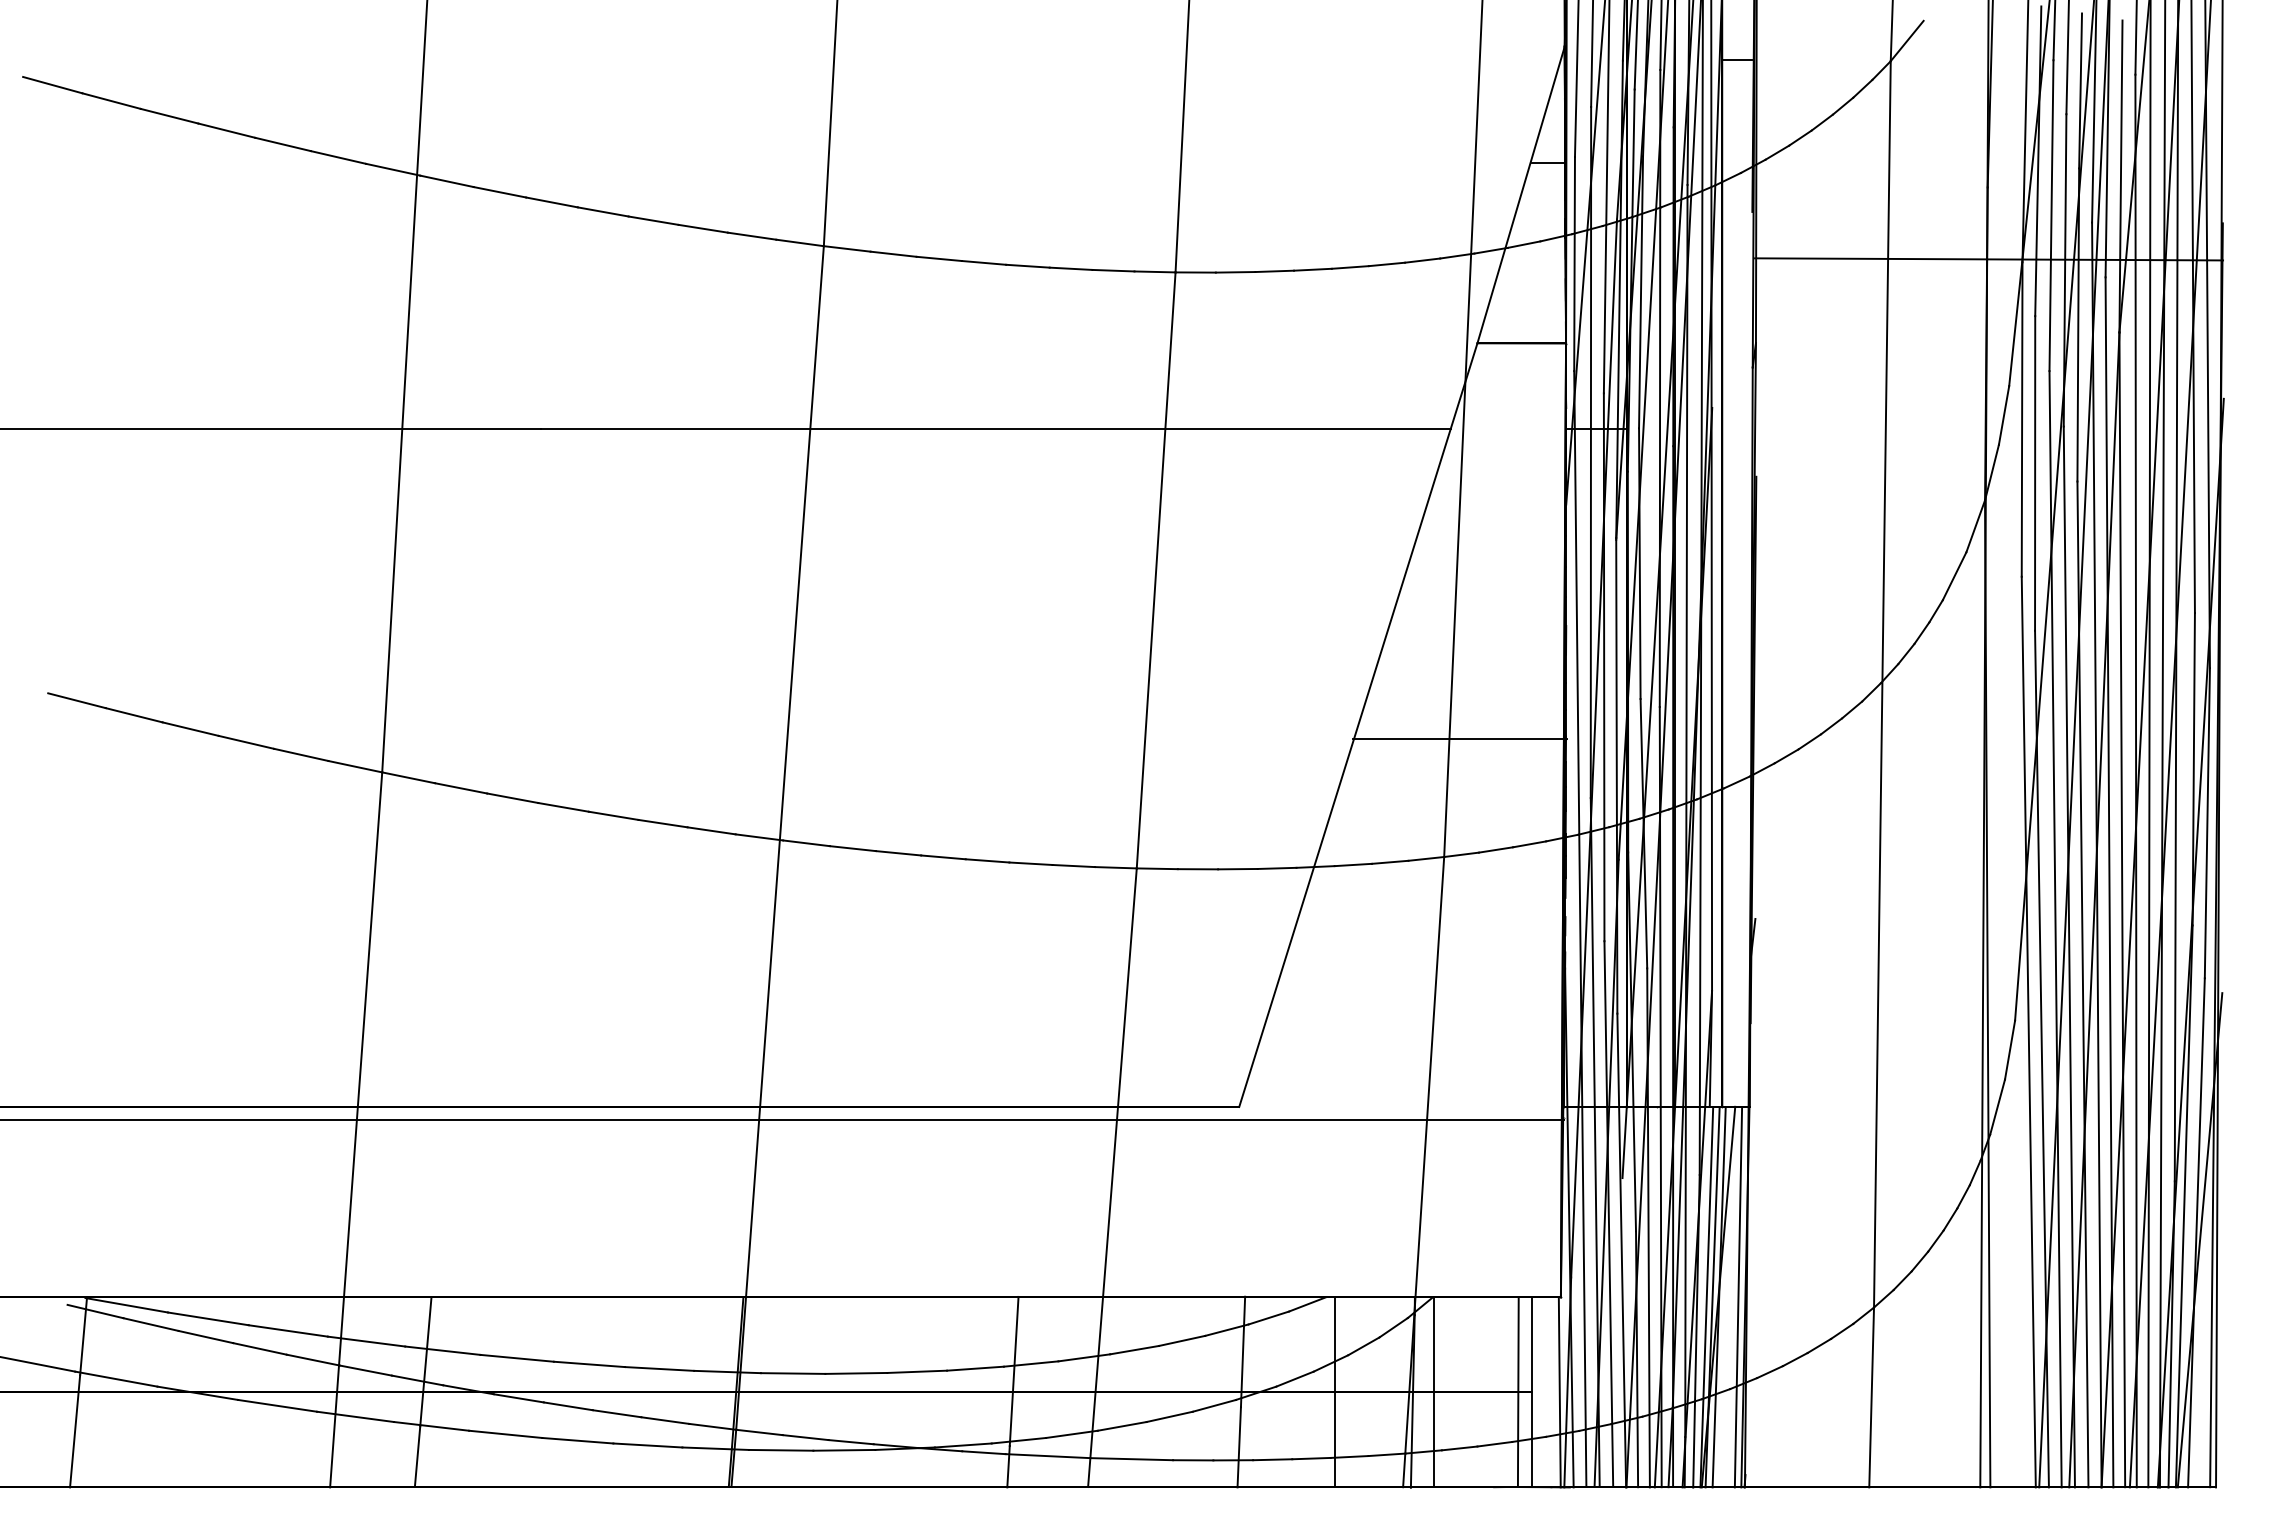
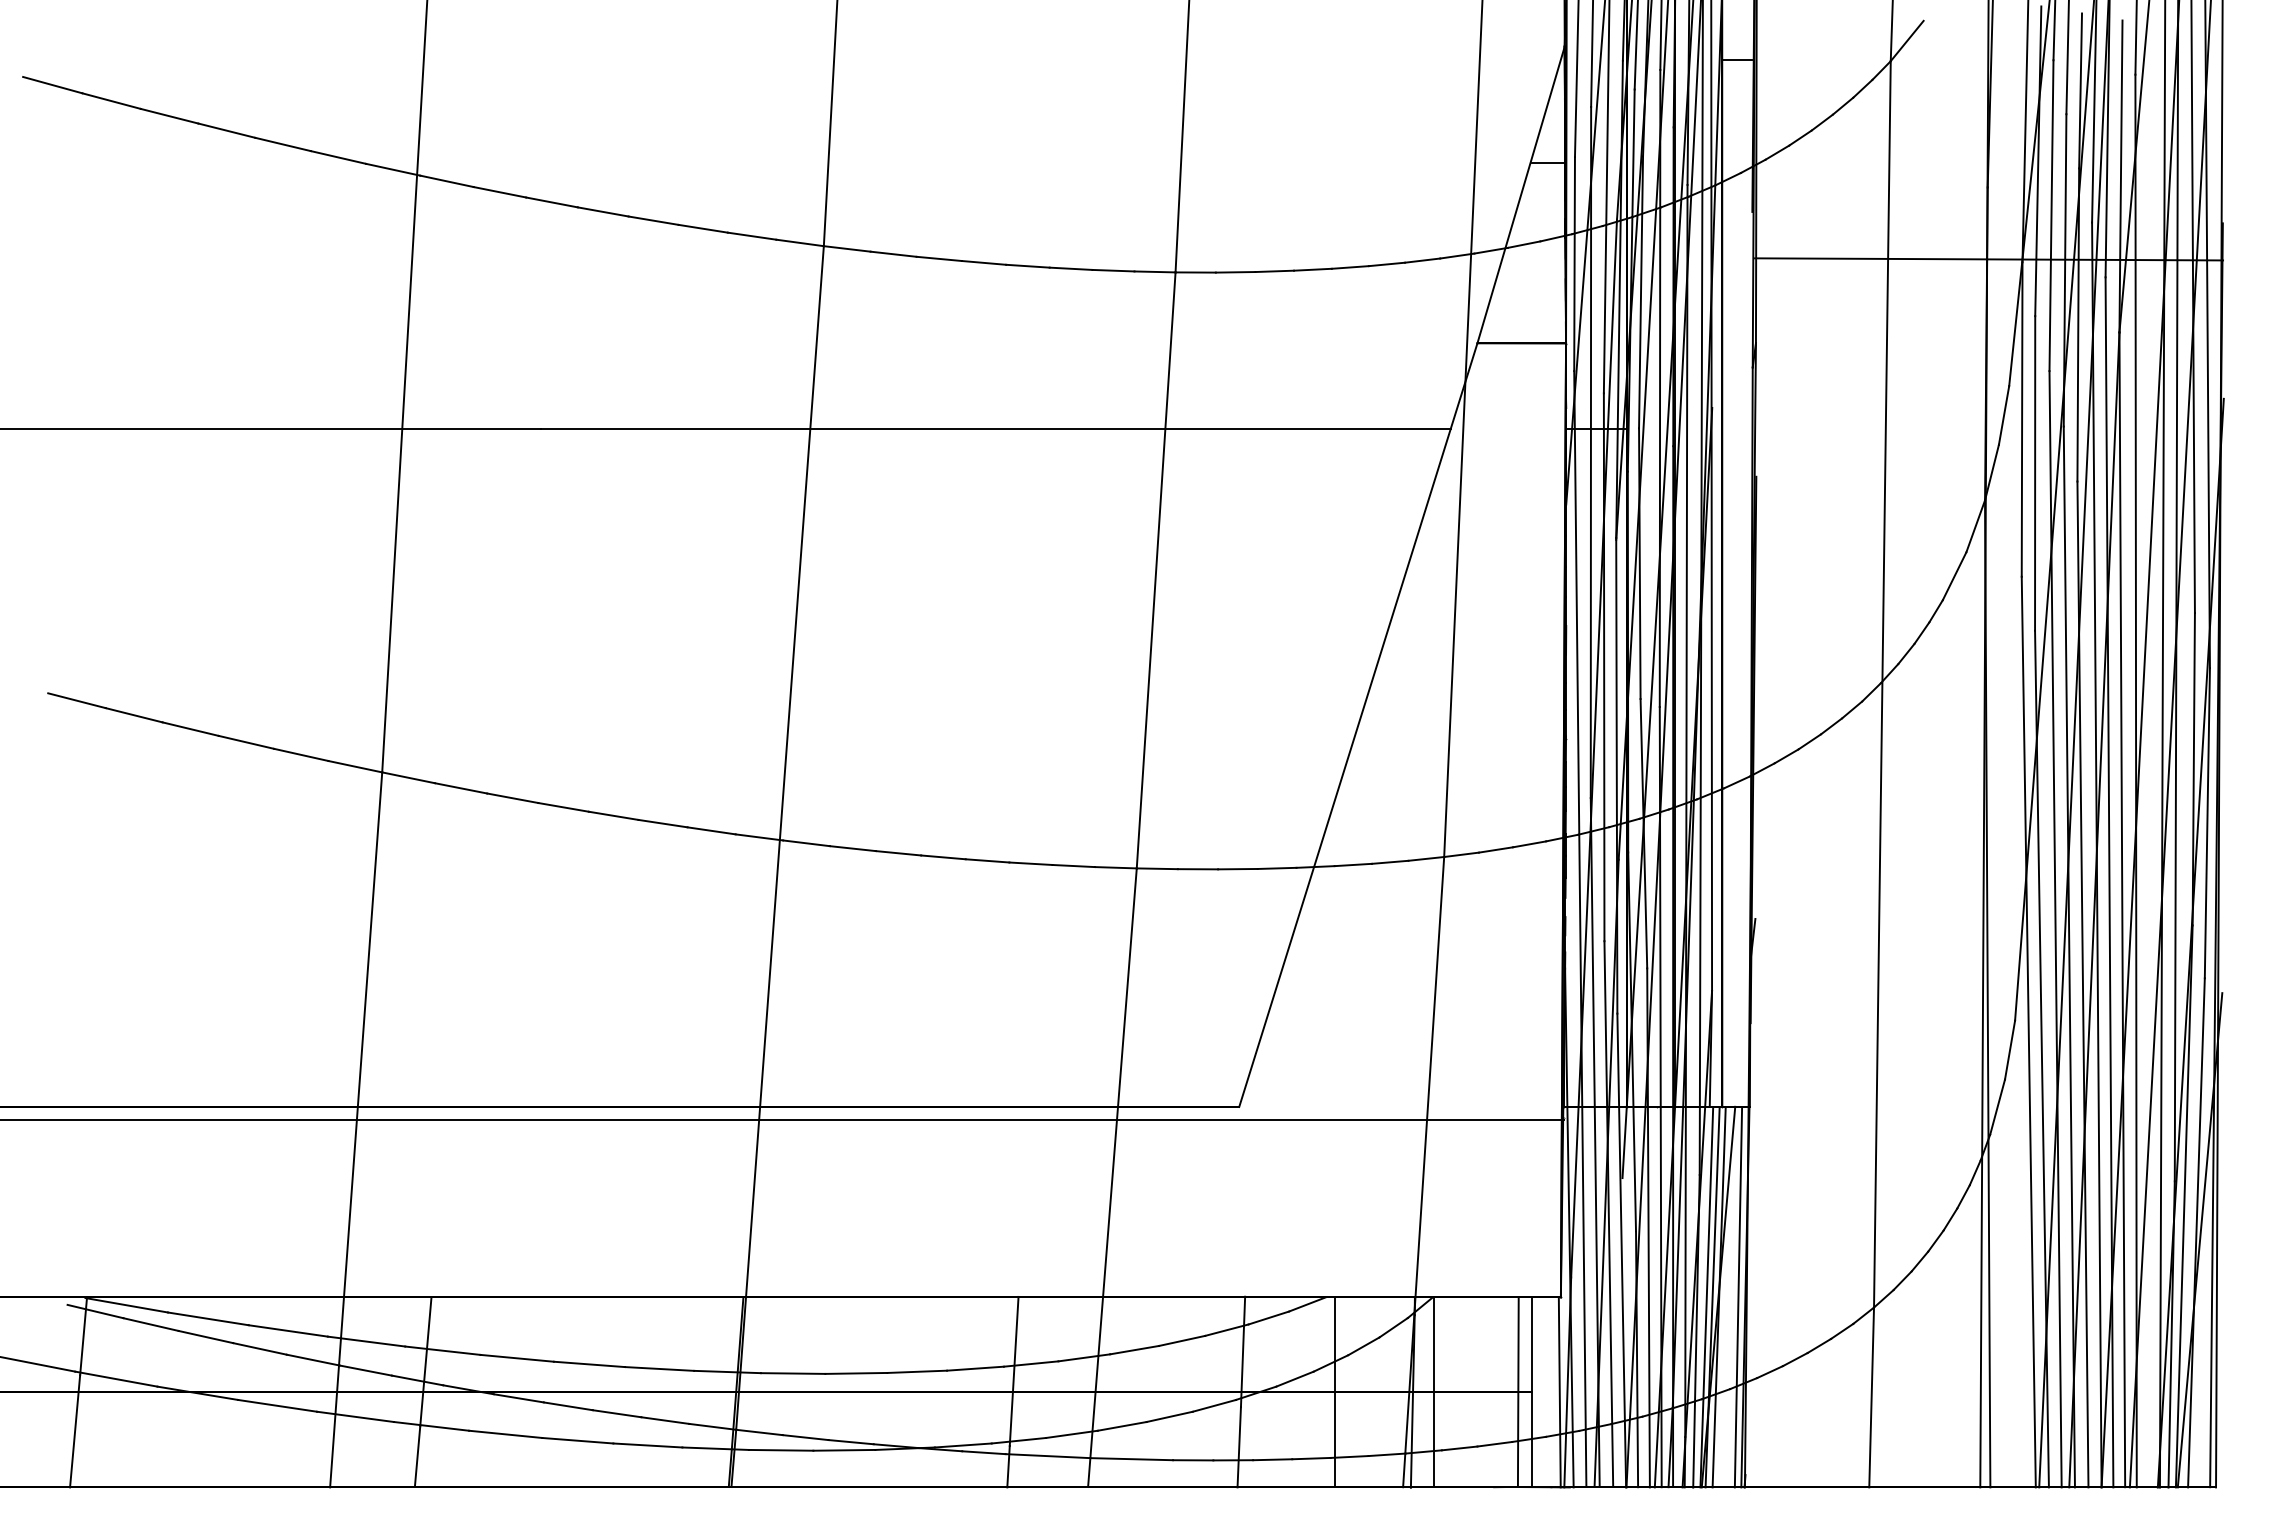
line at (1459, 739): present -> none
line at (2149, 744): present -> none
